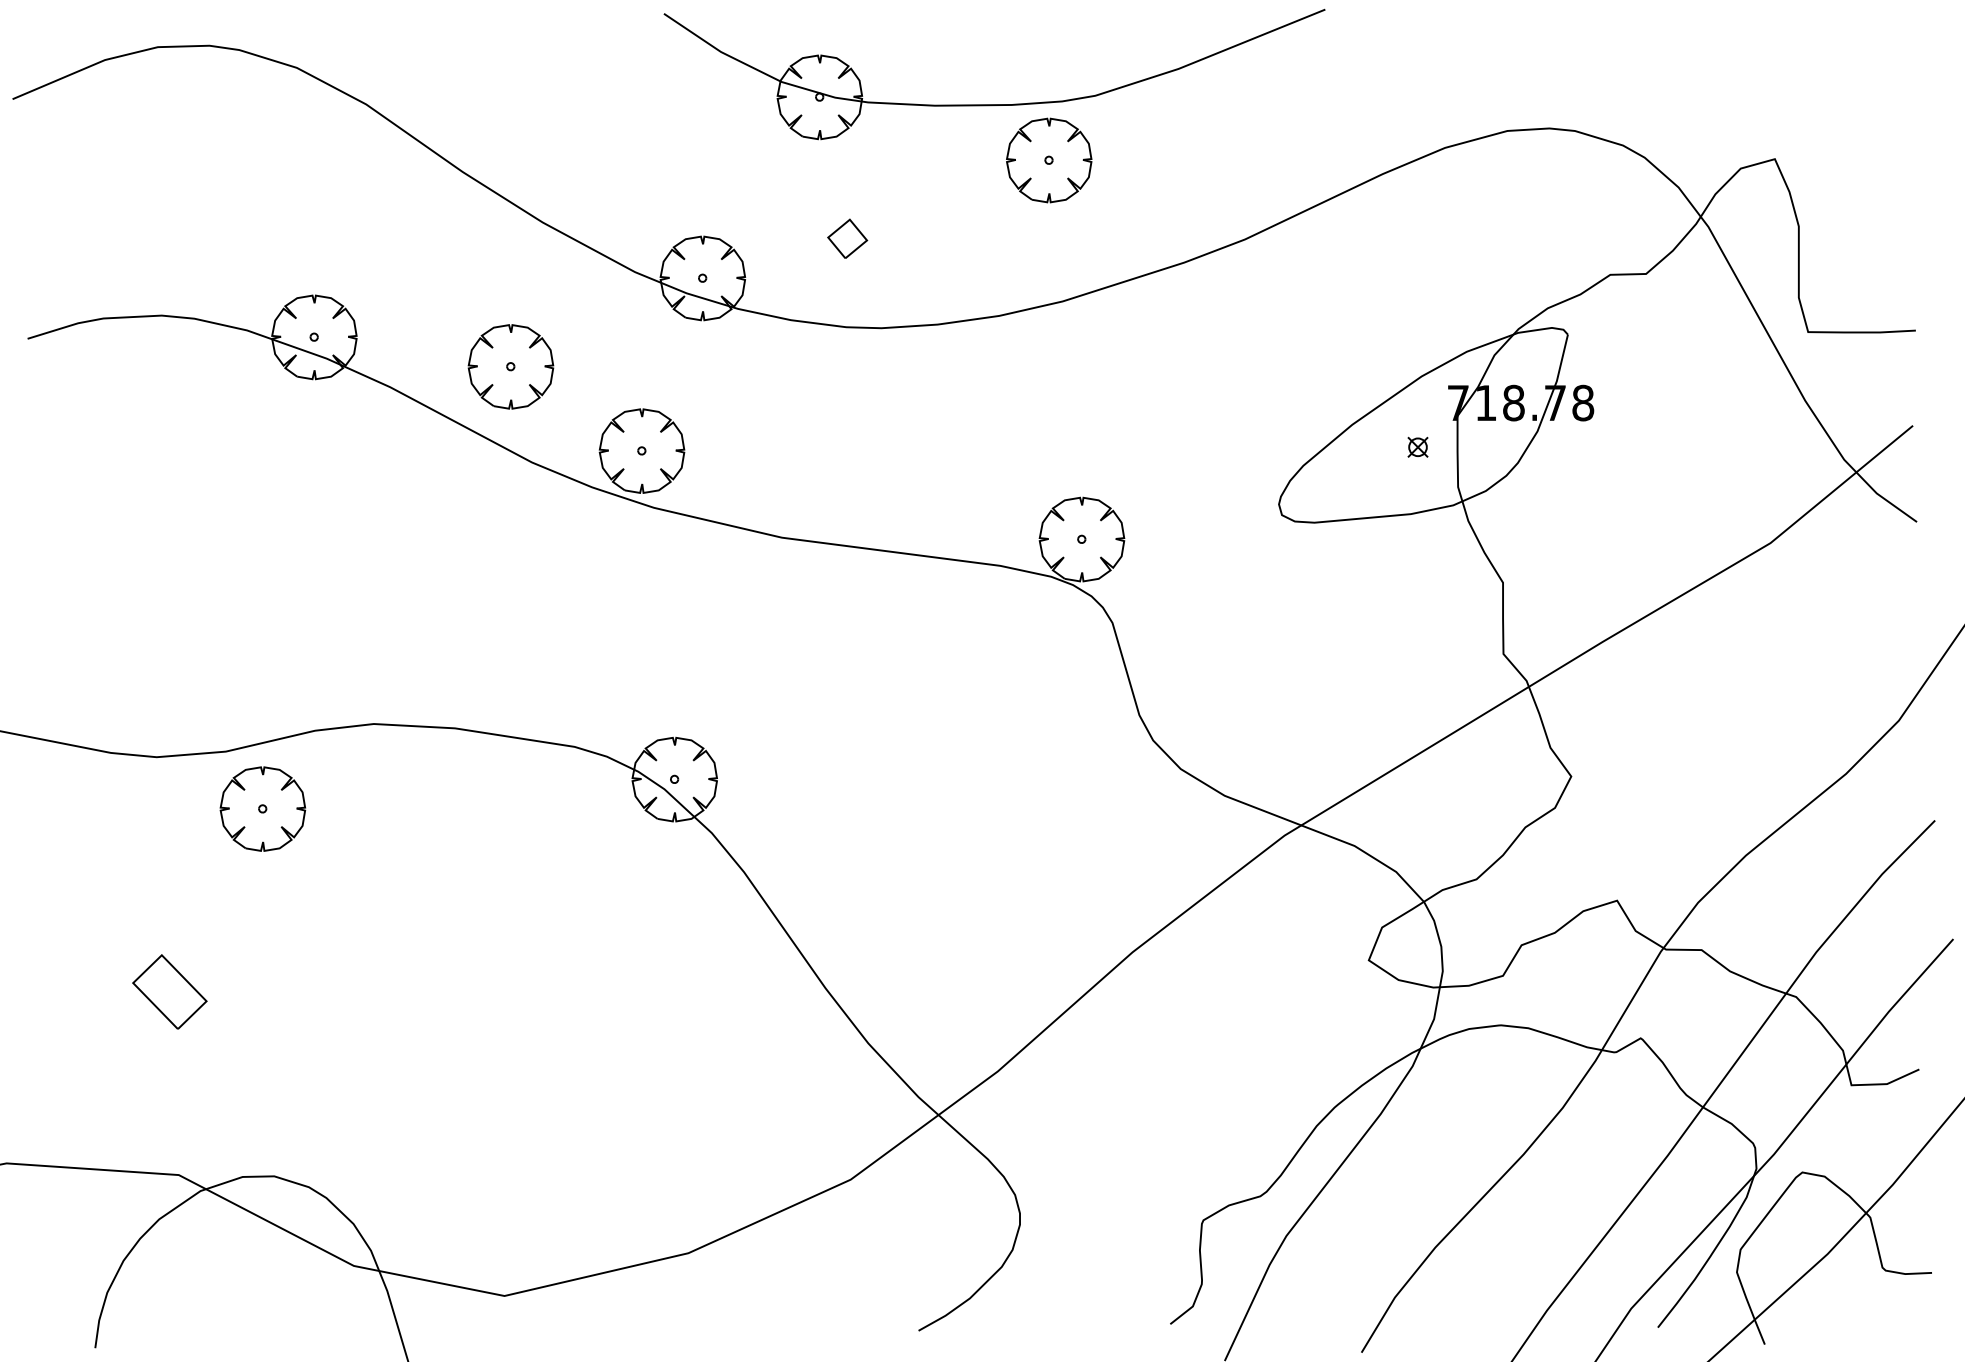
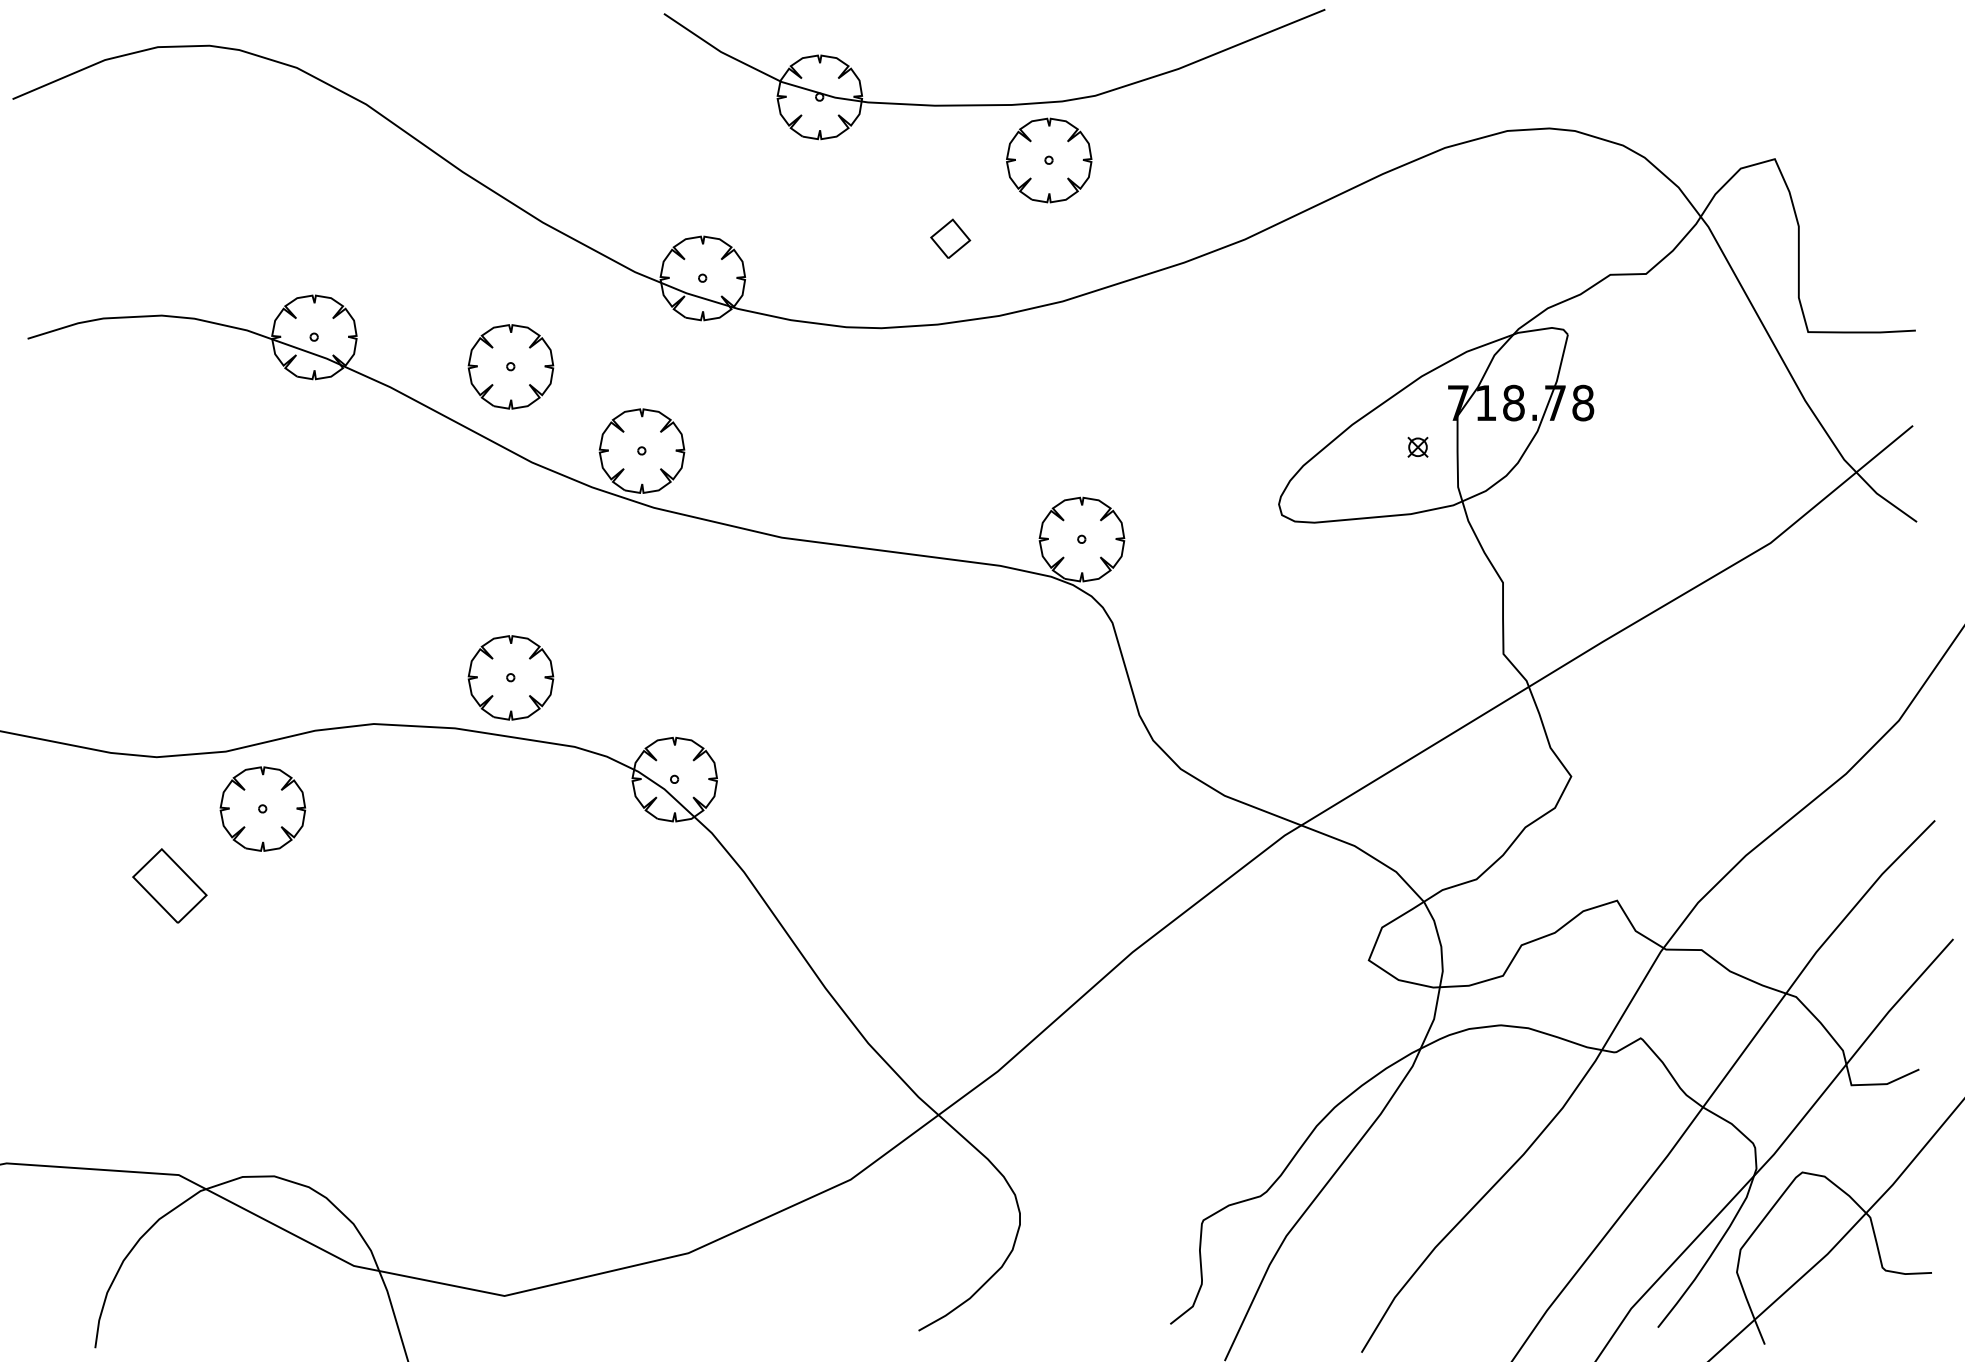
part at (847, 238) position: (847, 238) -> (950, 238)
part at (510, 677): none -> present
part at (169, 991) position: (169, 991) -> (169, 885)
